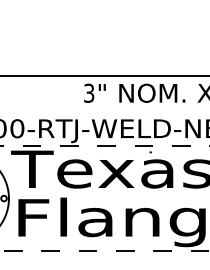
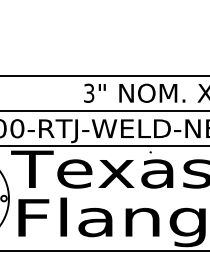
line at (104, 111): none -> present
line at (105, 146): dashed -> solid
line at (105, 251): dashed -> solid
